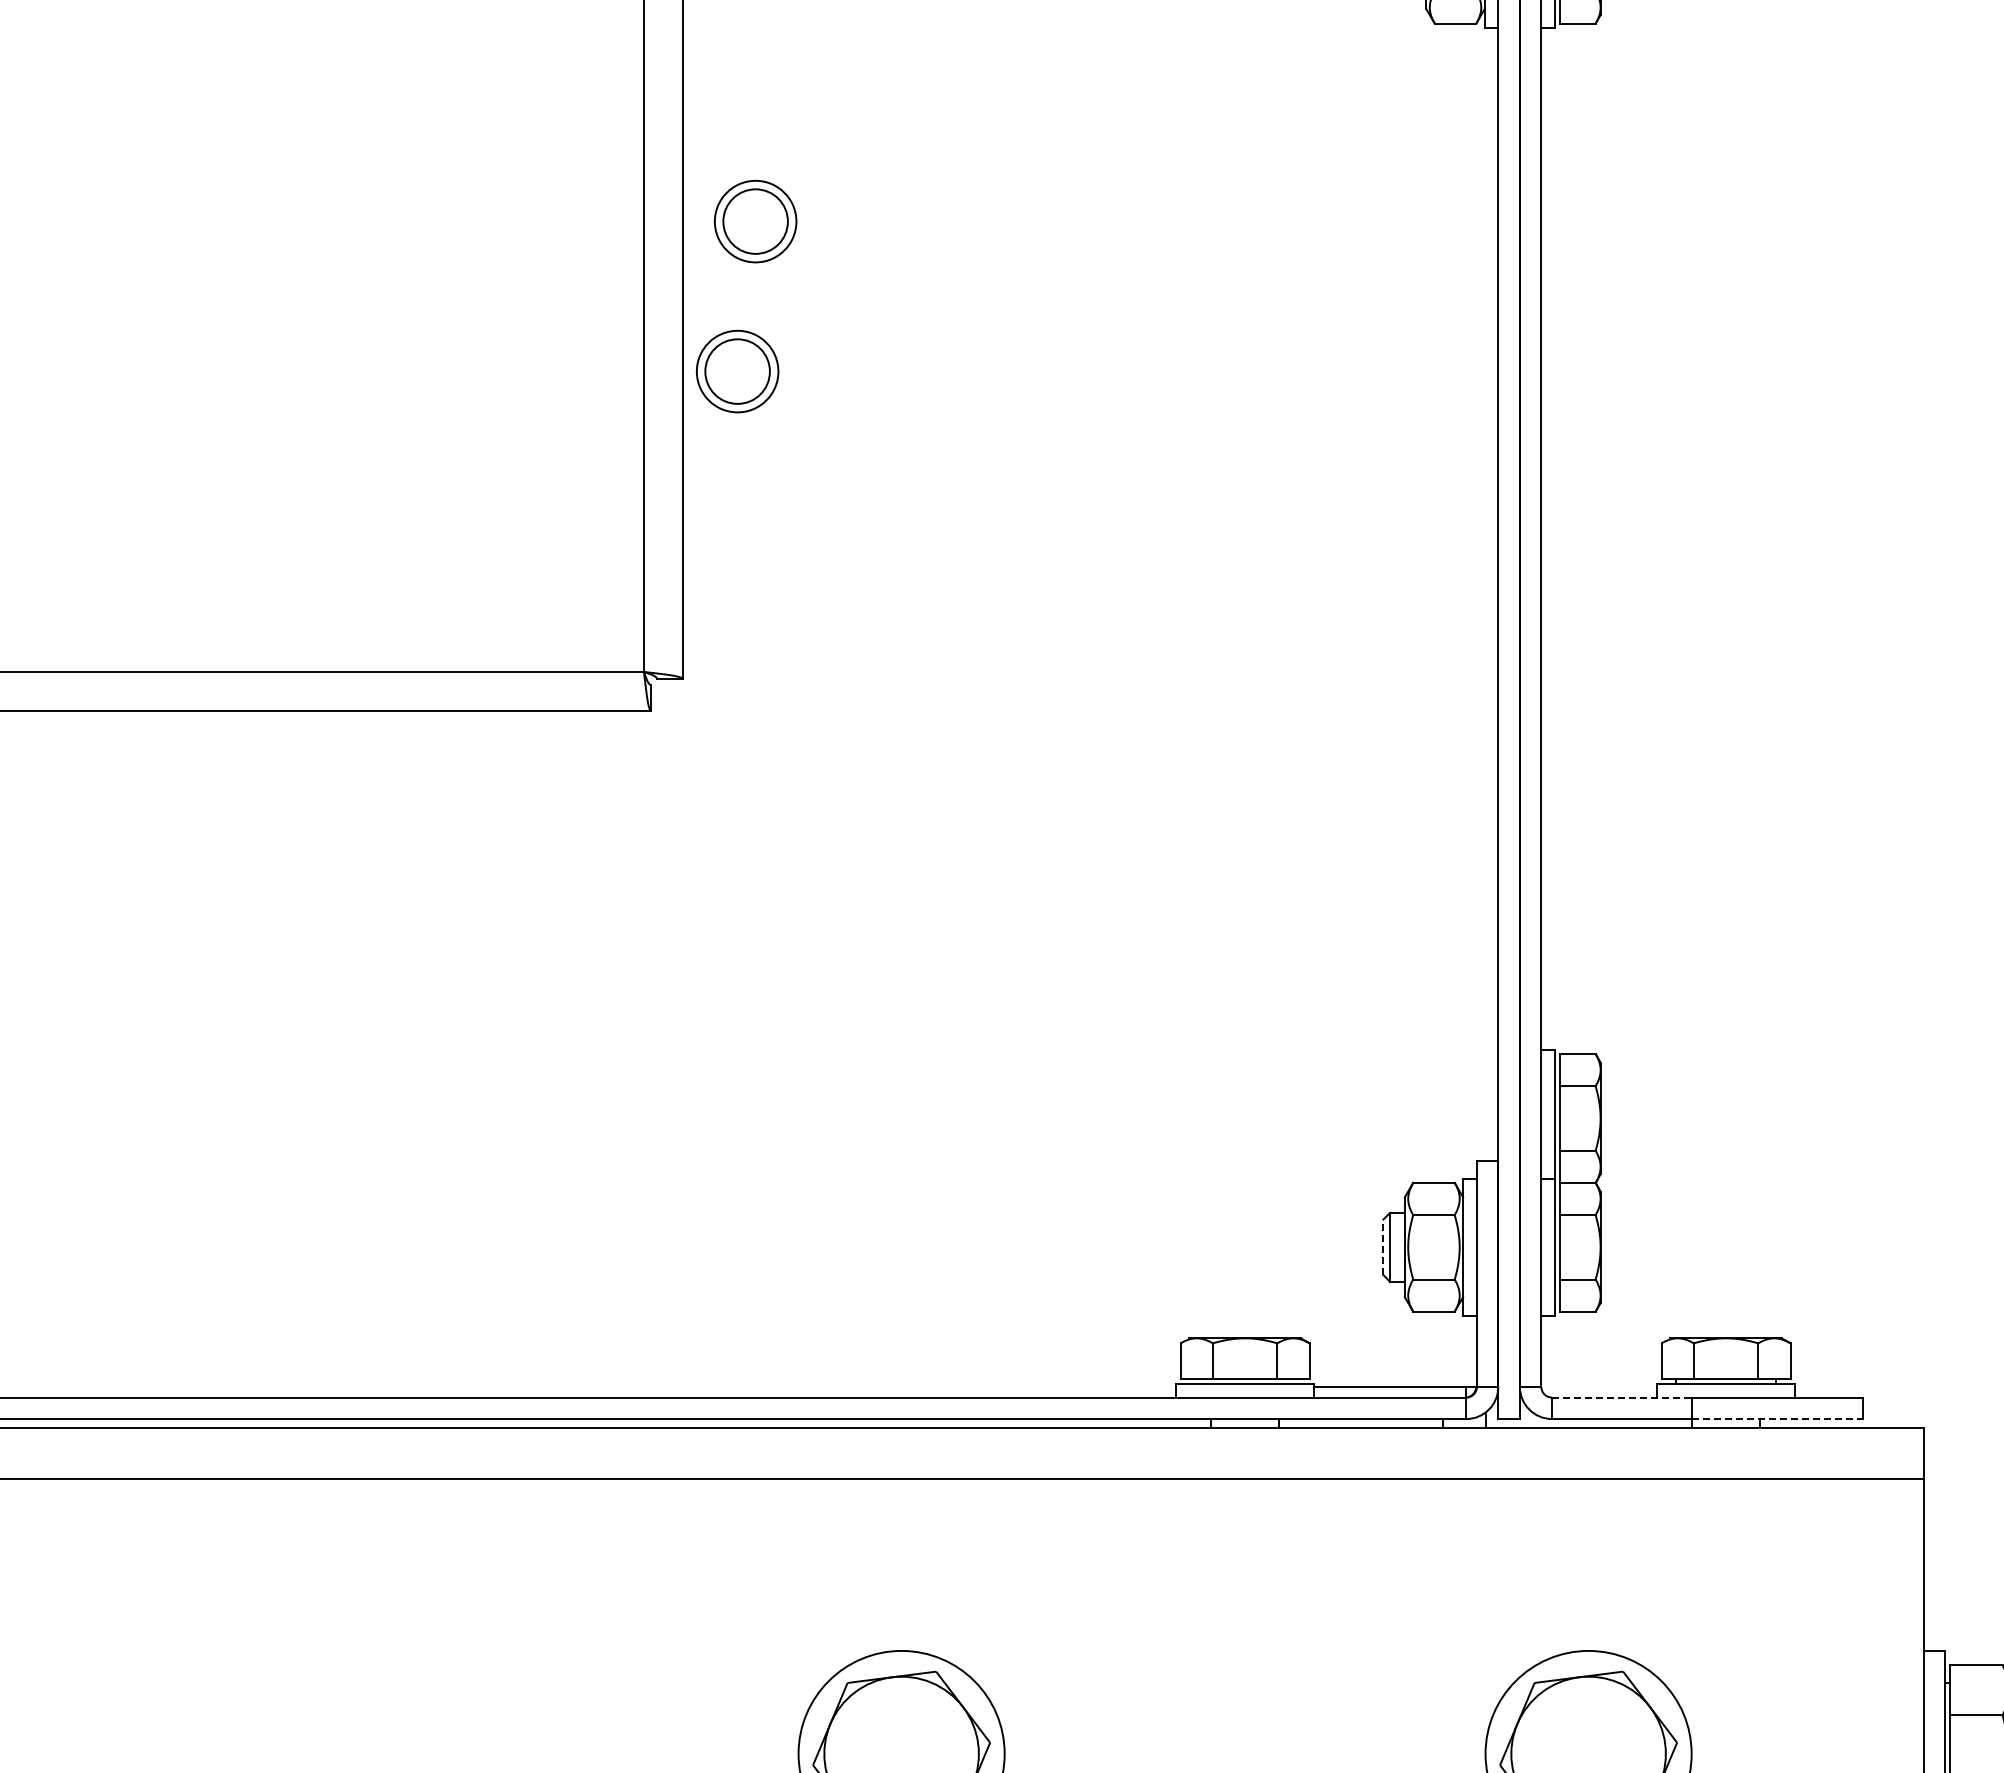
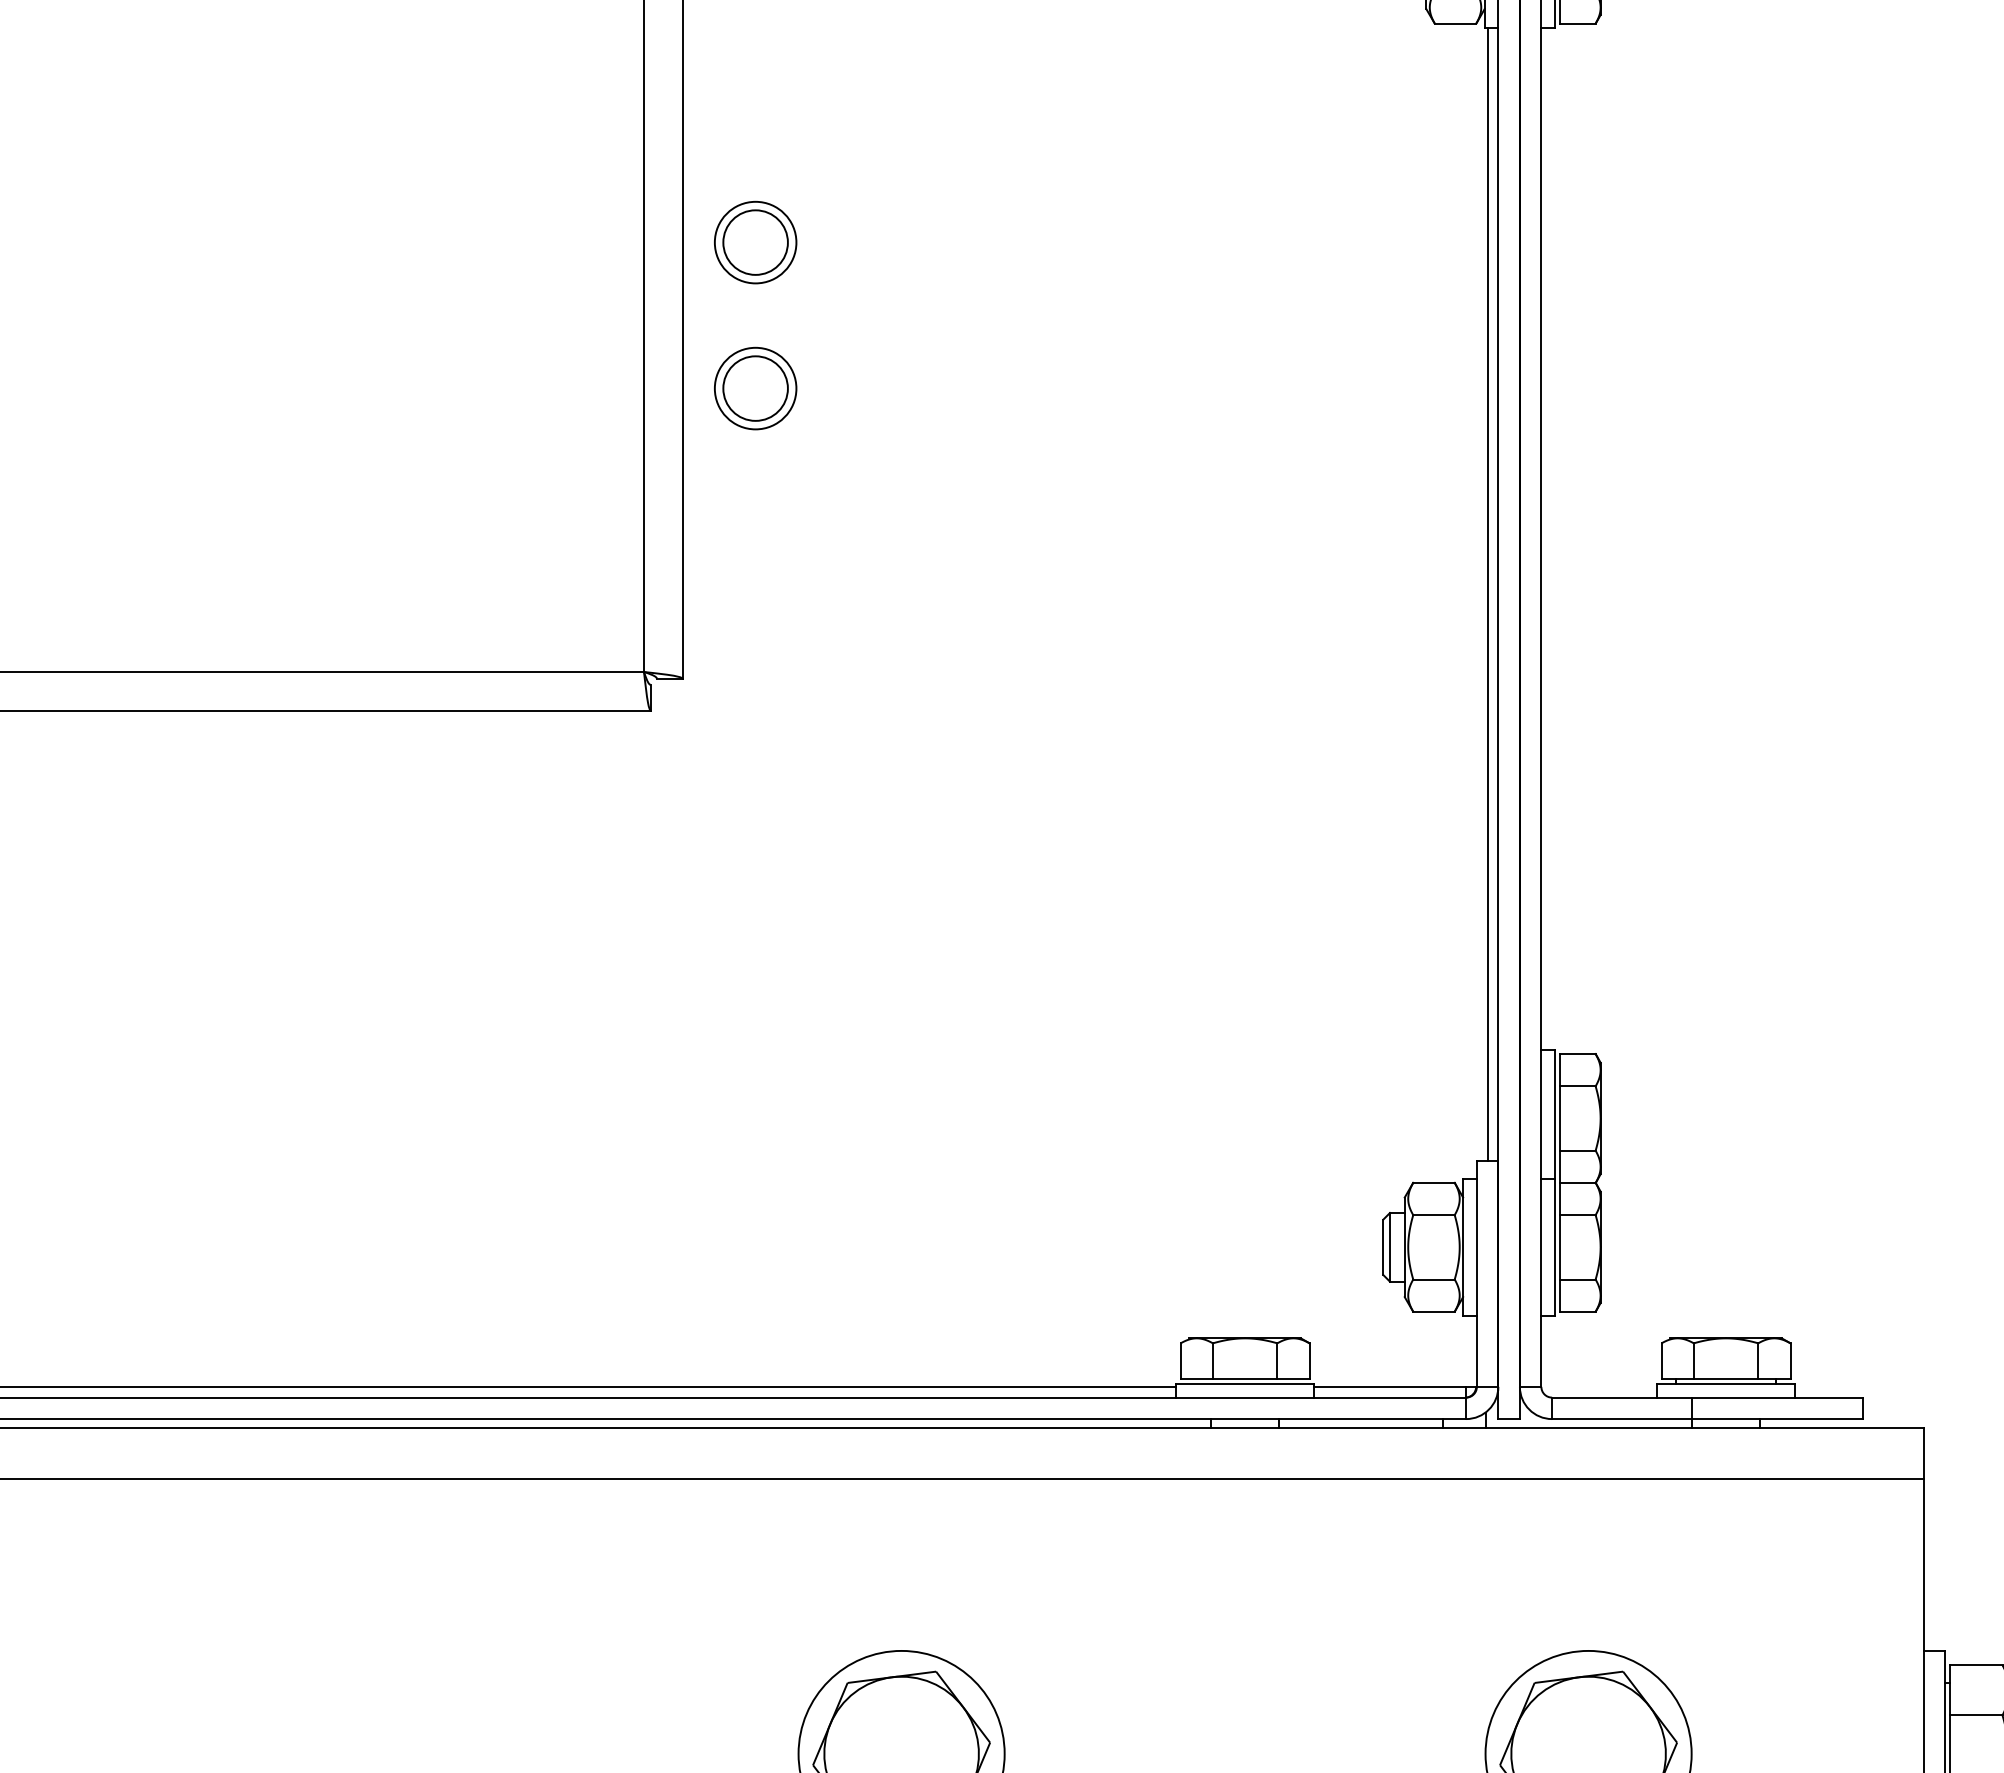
part at (755, 221) position: (755, 221) -> (755, 242)
part at (737, 371) position: (737, 371) -> (755, 388)
line at (1487, 594): none -> present
line at (1383, 1247): dashed -> solid
line at (589, 1386): none -> present
line at (1621, 1397): dashed -> solid
line at (1777, 1419): dashed -> solid
